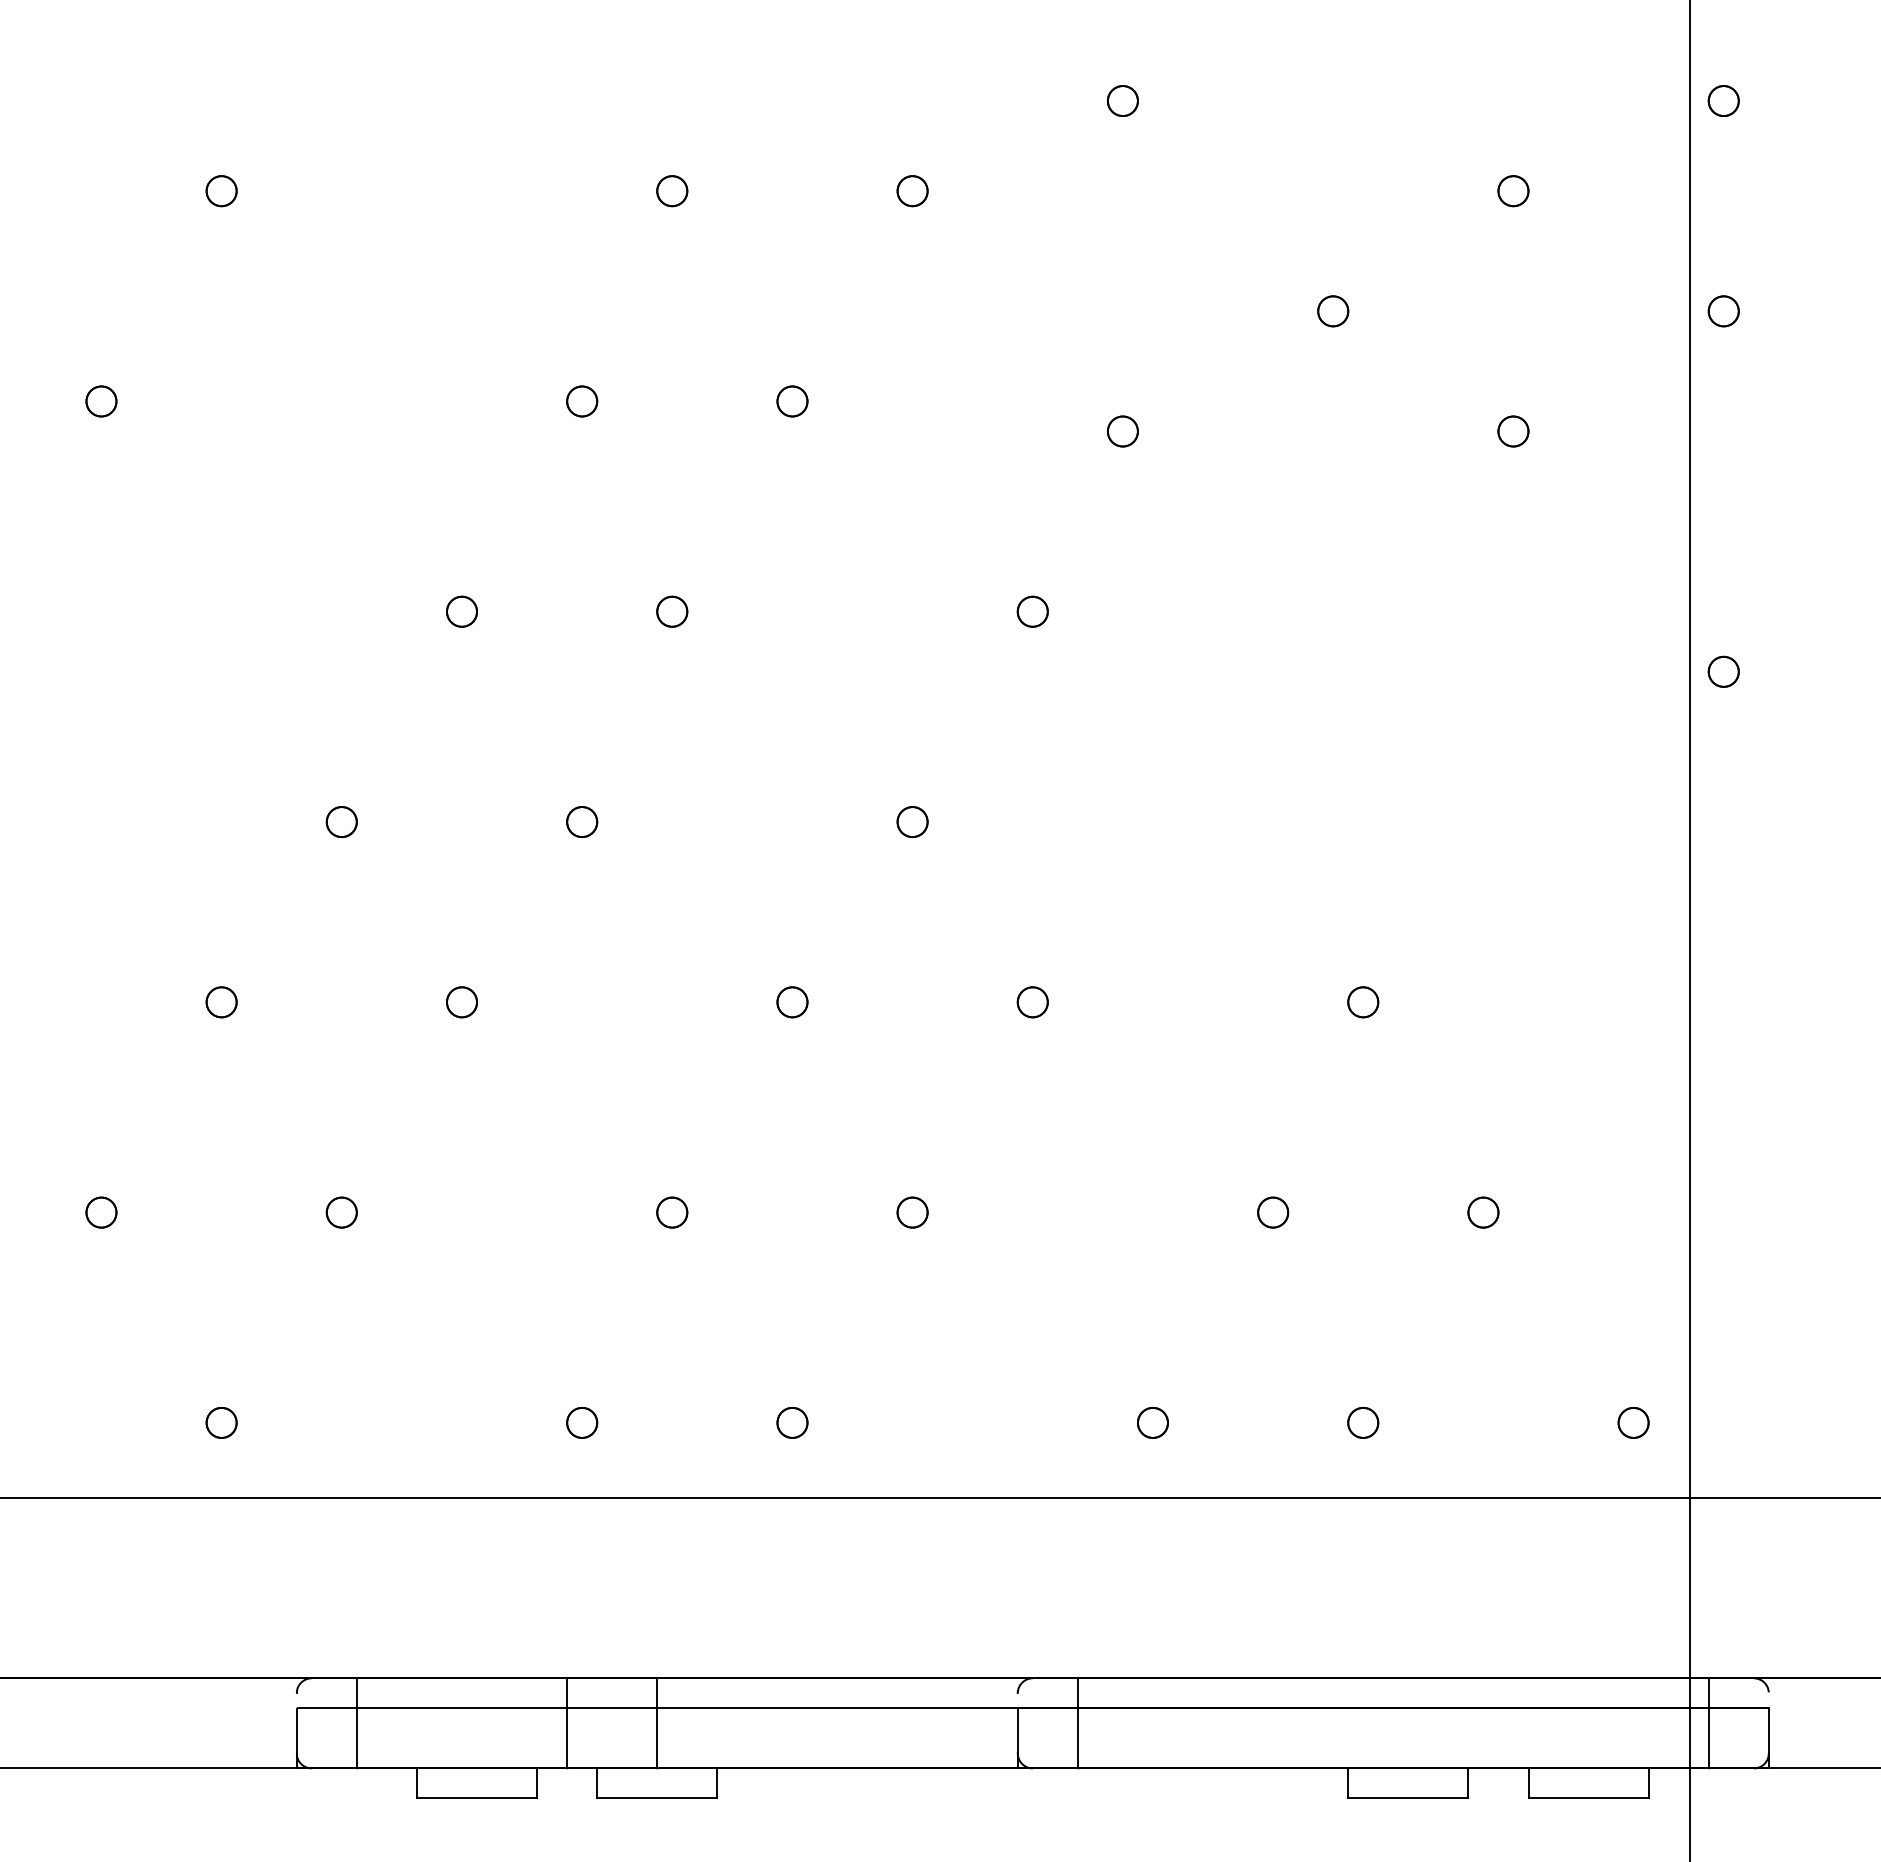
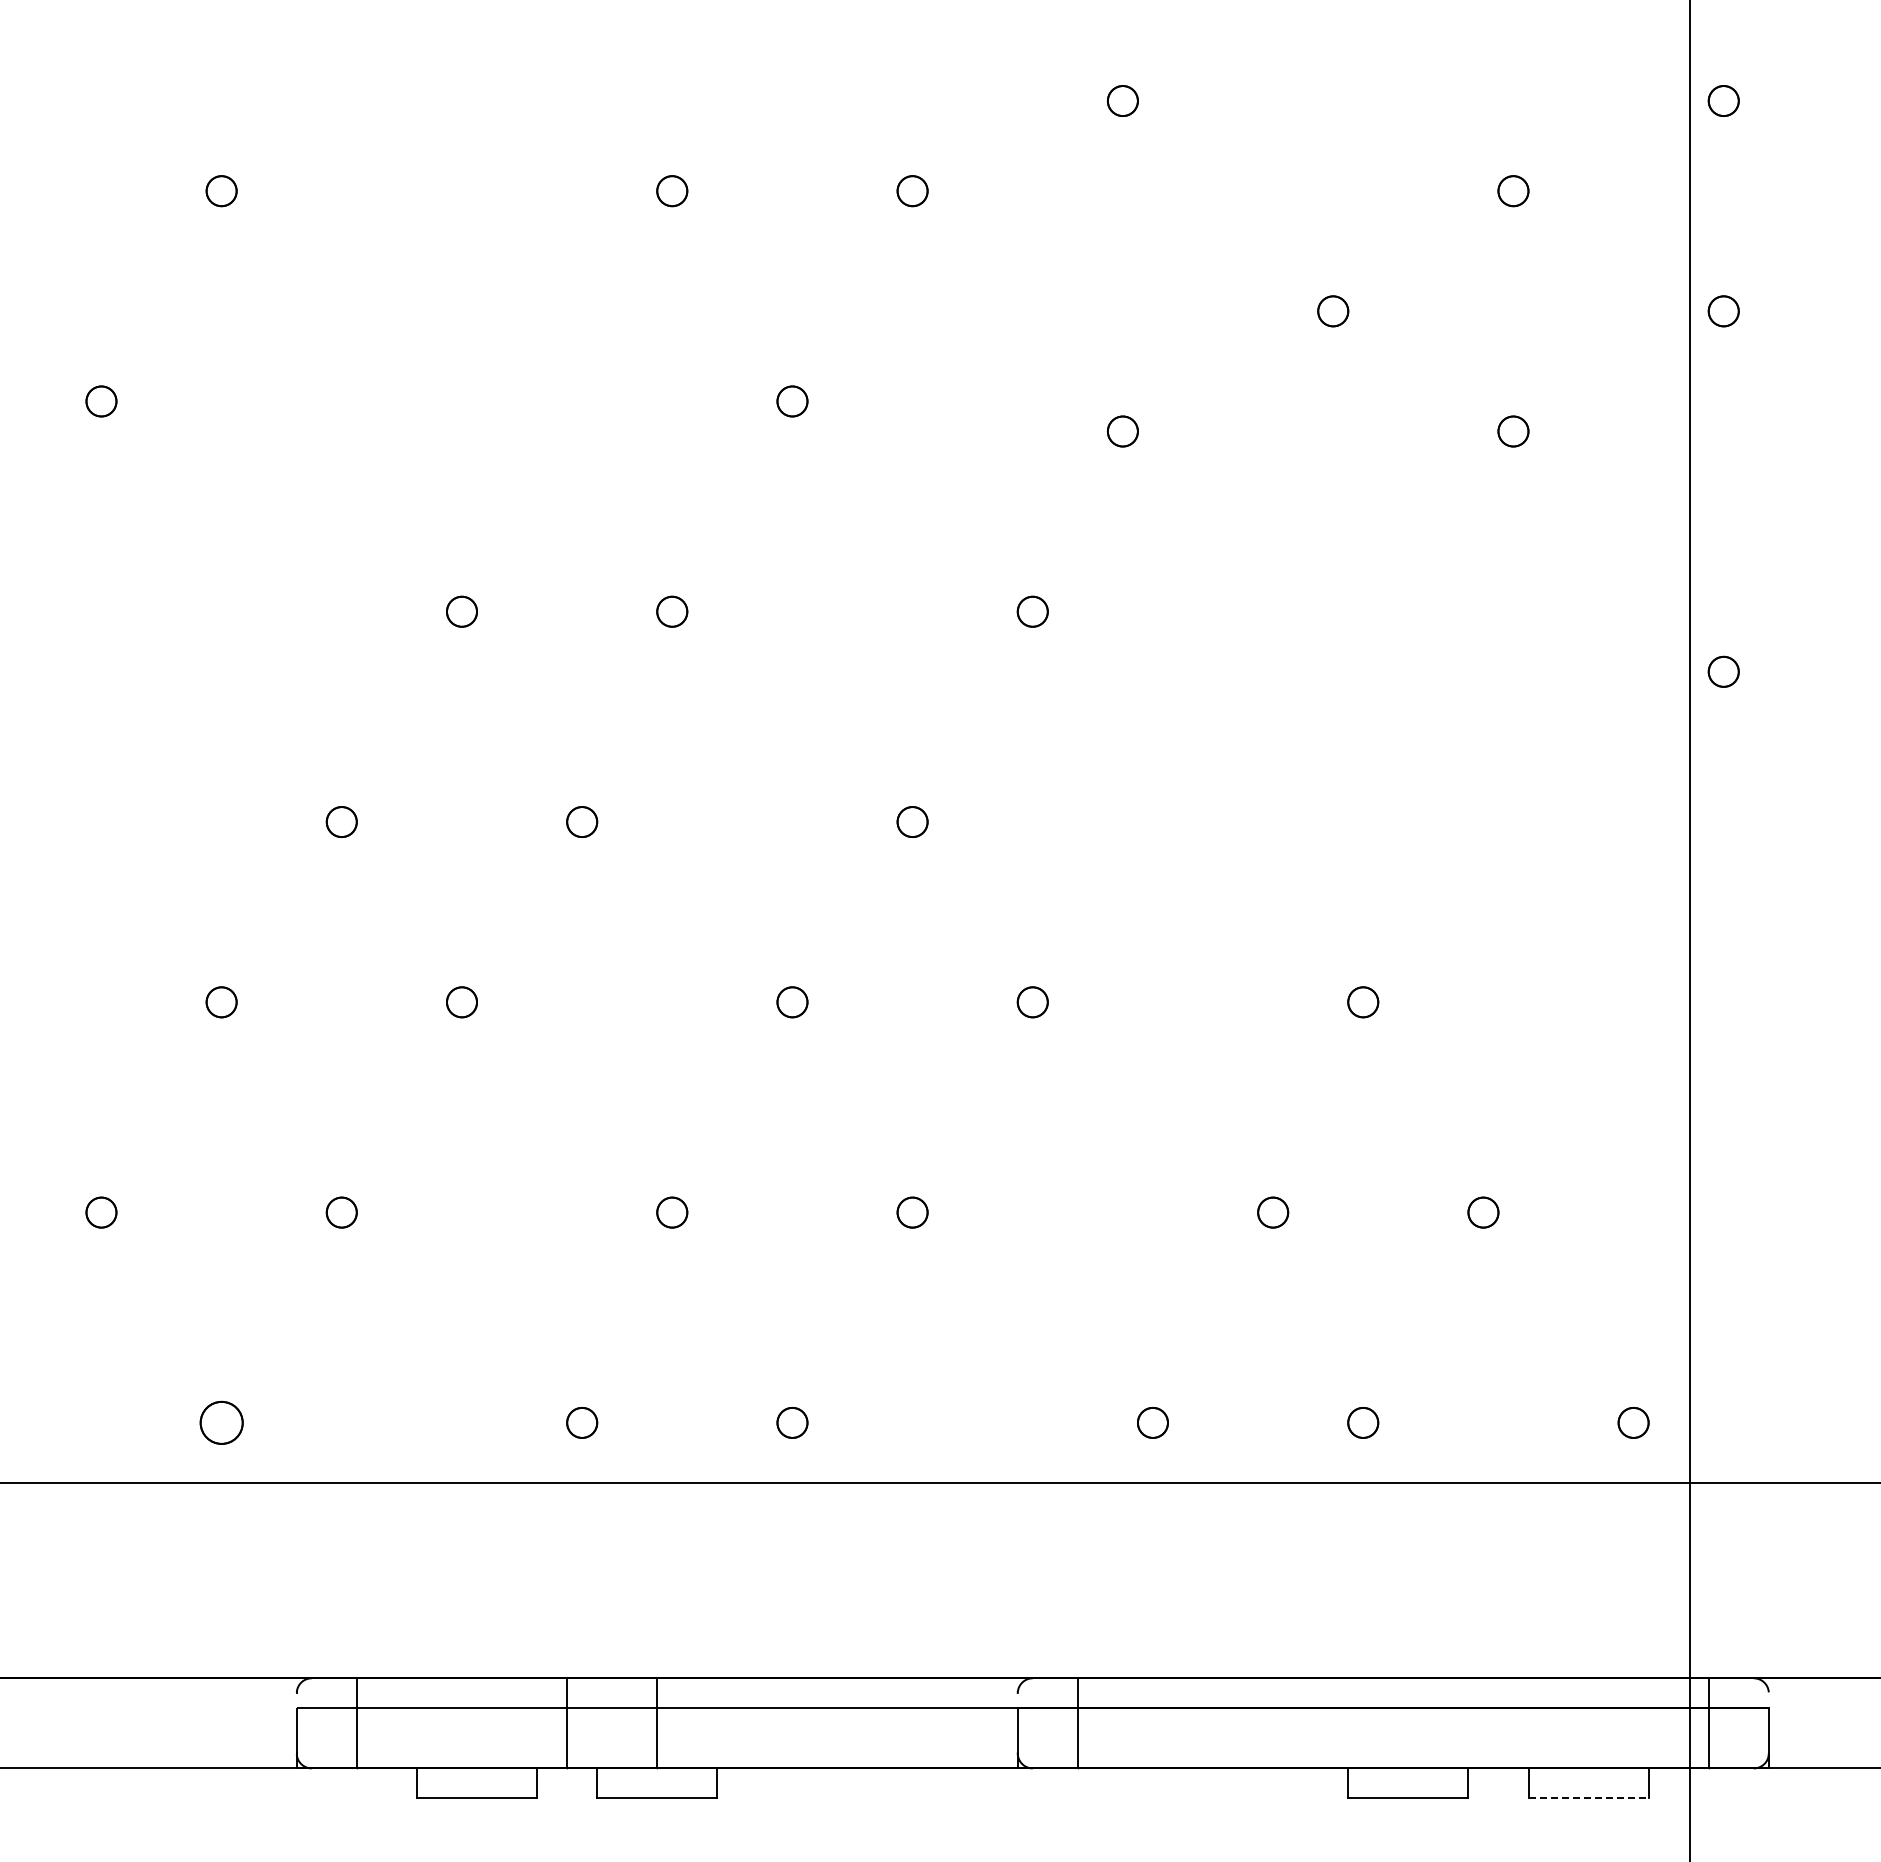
part at (582, 401): present -> none
part at (221, 1422) size: 33x32 px -> 45x45 px
line at (939, 1498) position: (939, 1498) -> (939, 1483)
line at (1589, 1798): solid -> dashed
